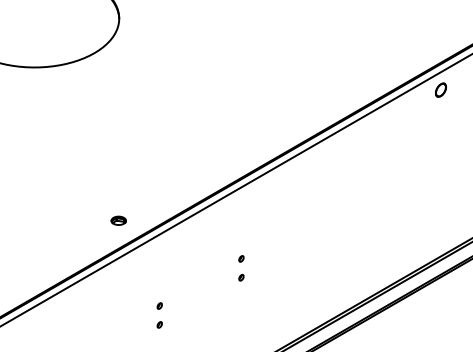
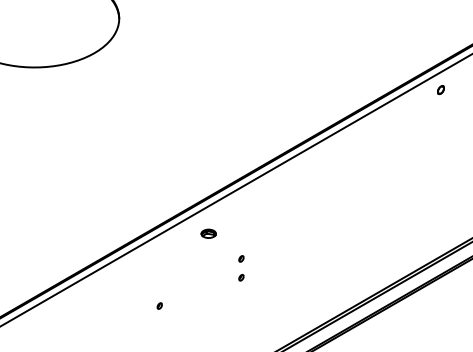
part at (440, 89) size: 12x16 px -> 8x11 px
part at (118, 220) position: (118, 220) -> (208, 233)
part at (159, 324): present -> none
